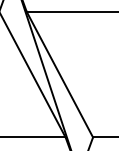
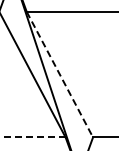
line at (60, 75): solid -> dashed
line at (32, 137): solid -> dashed
